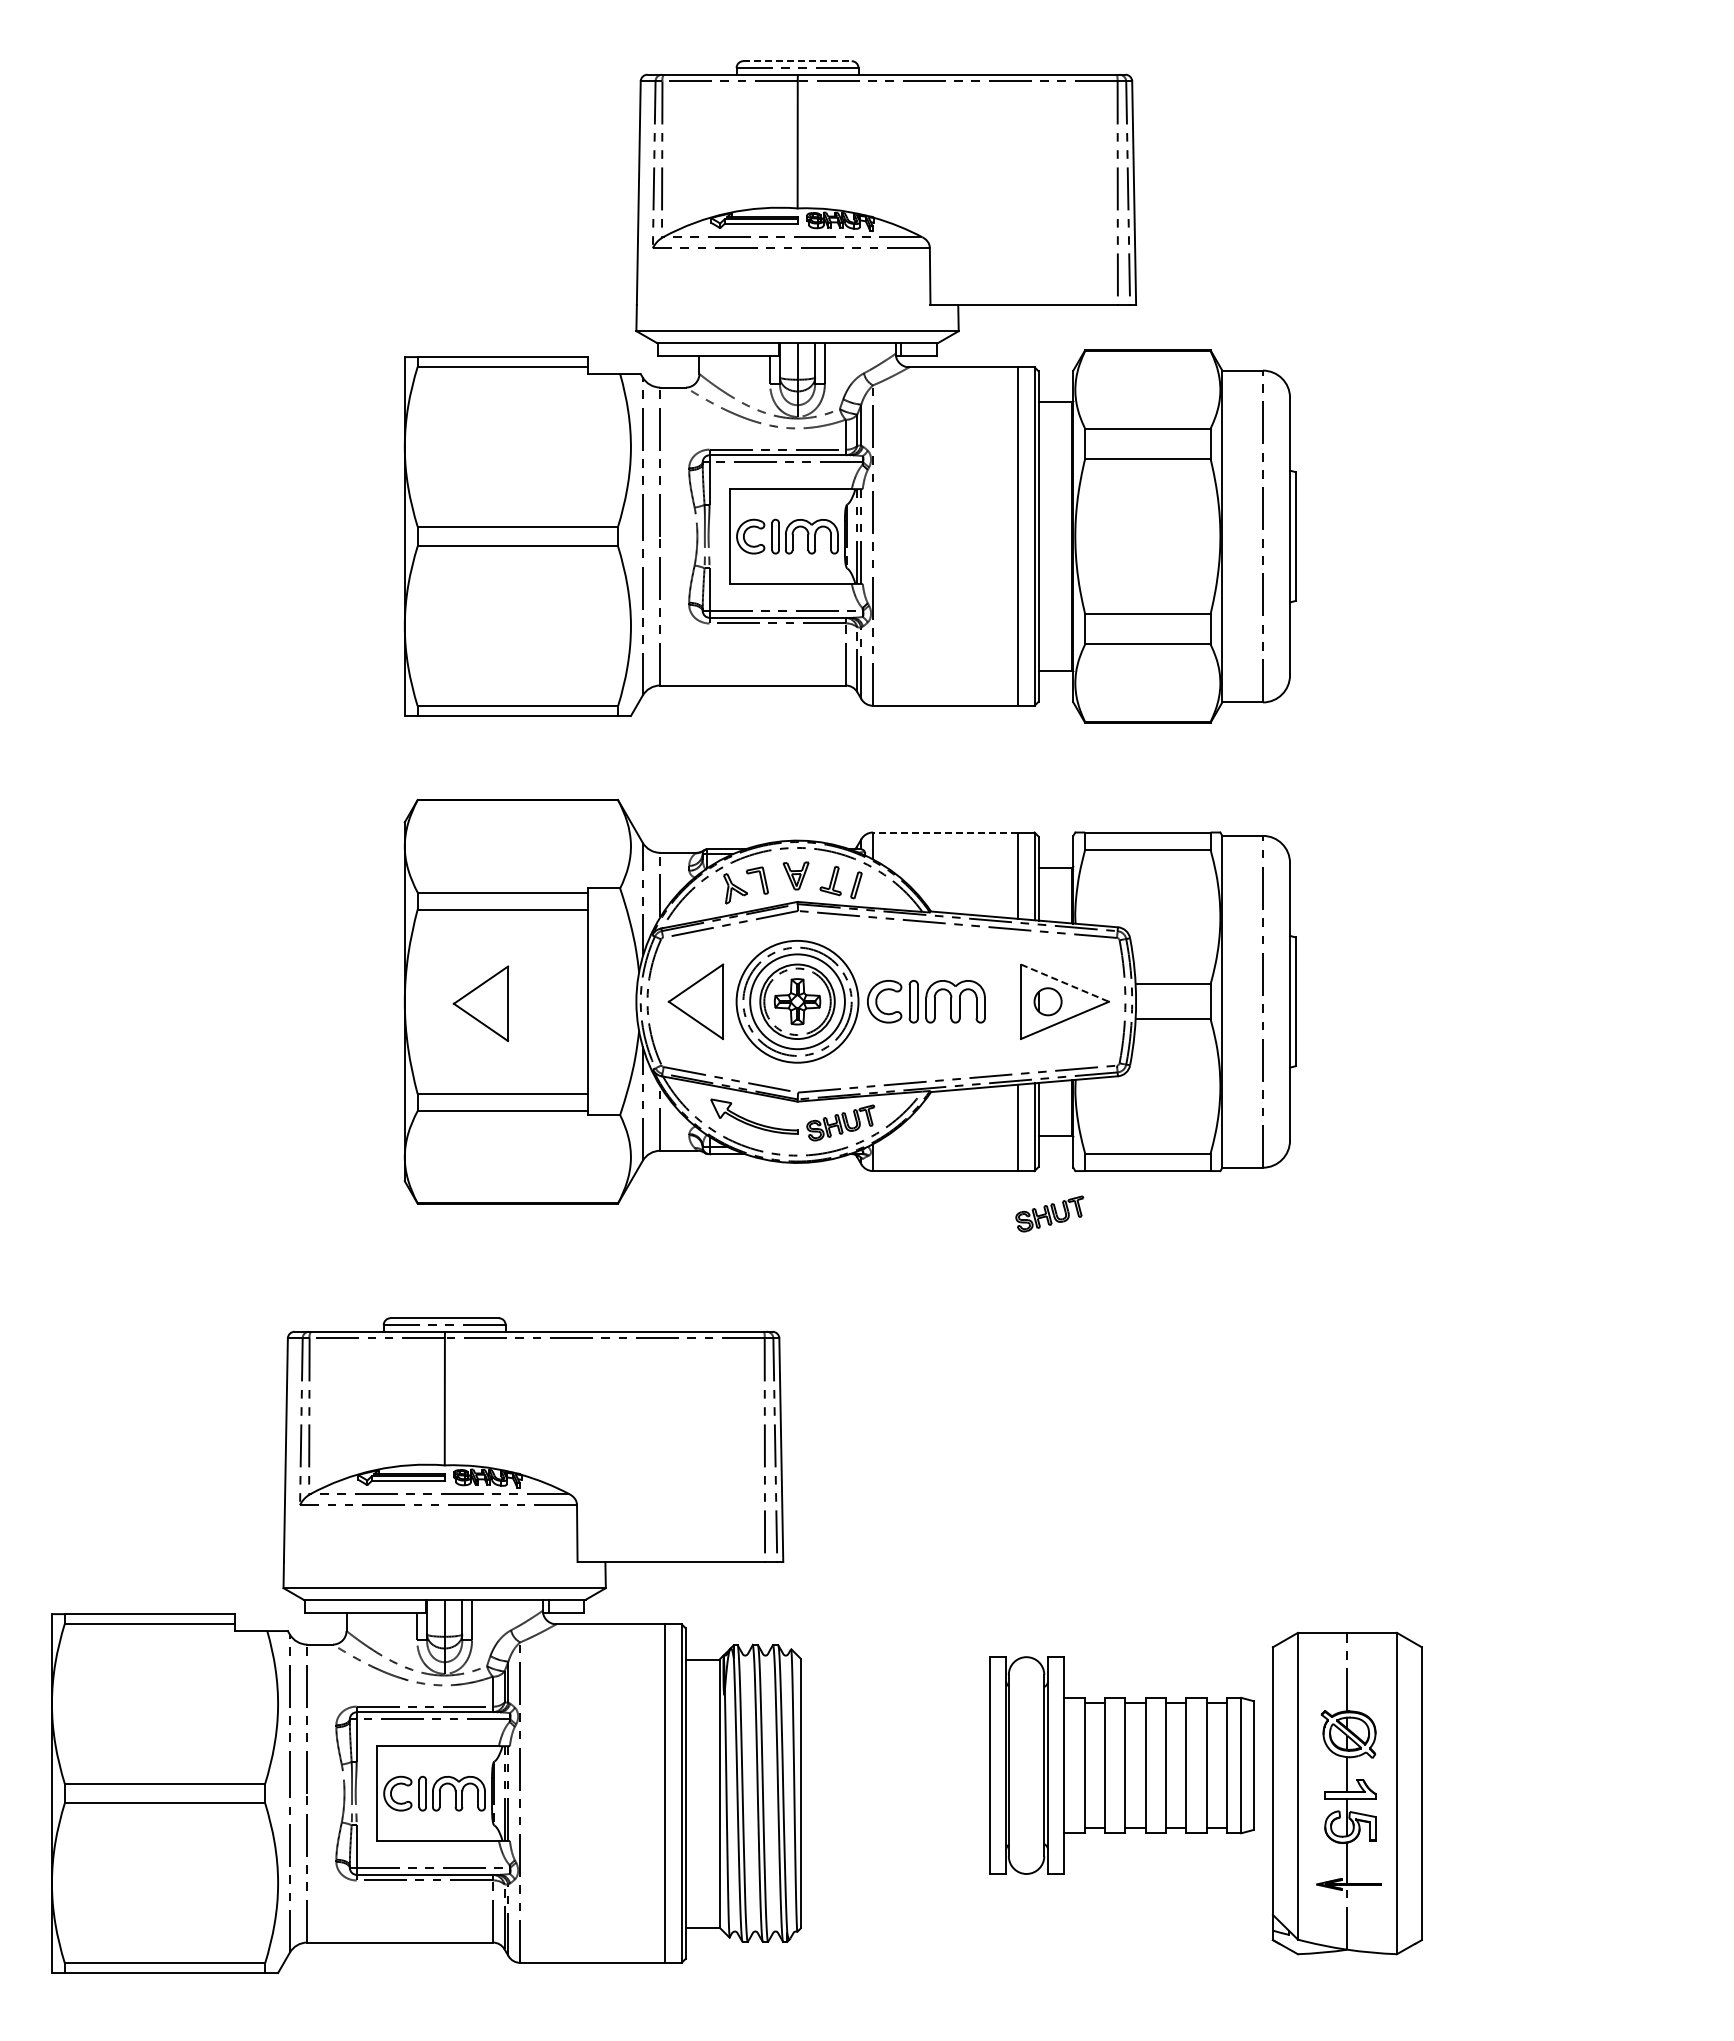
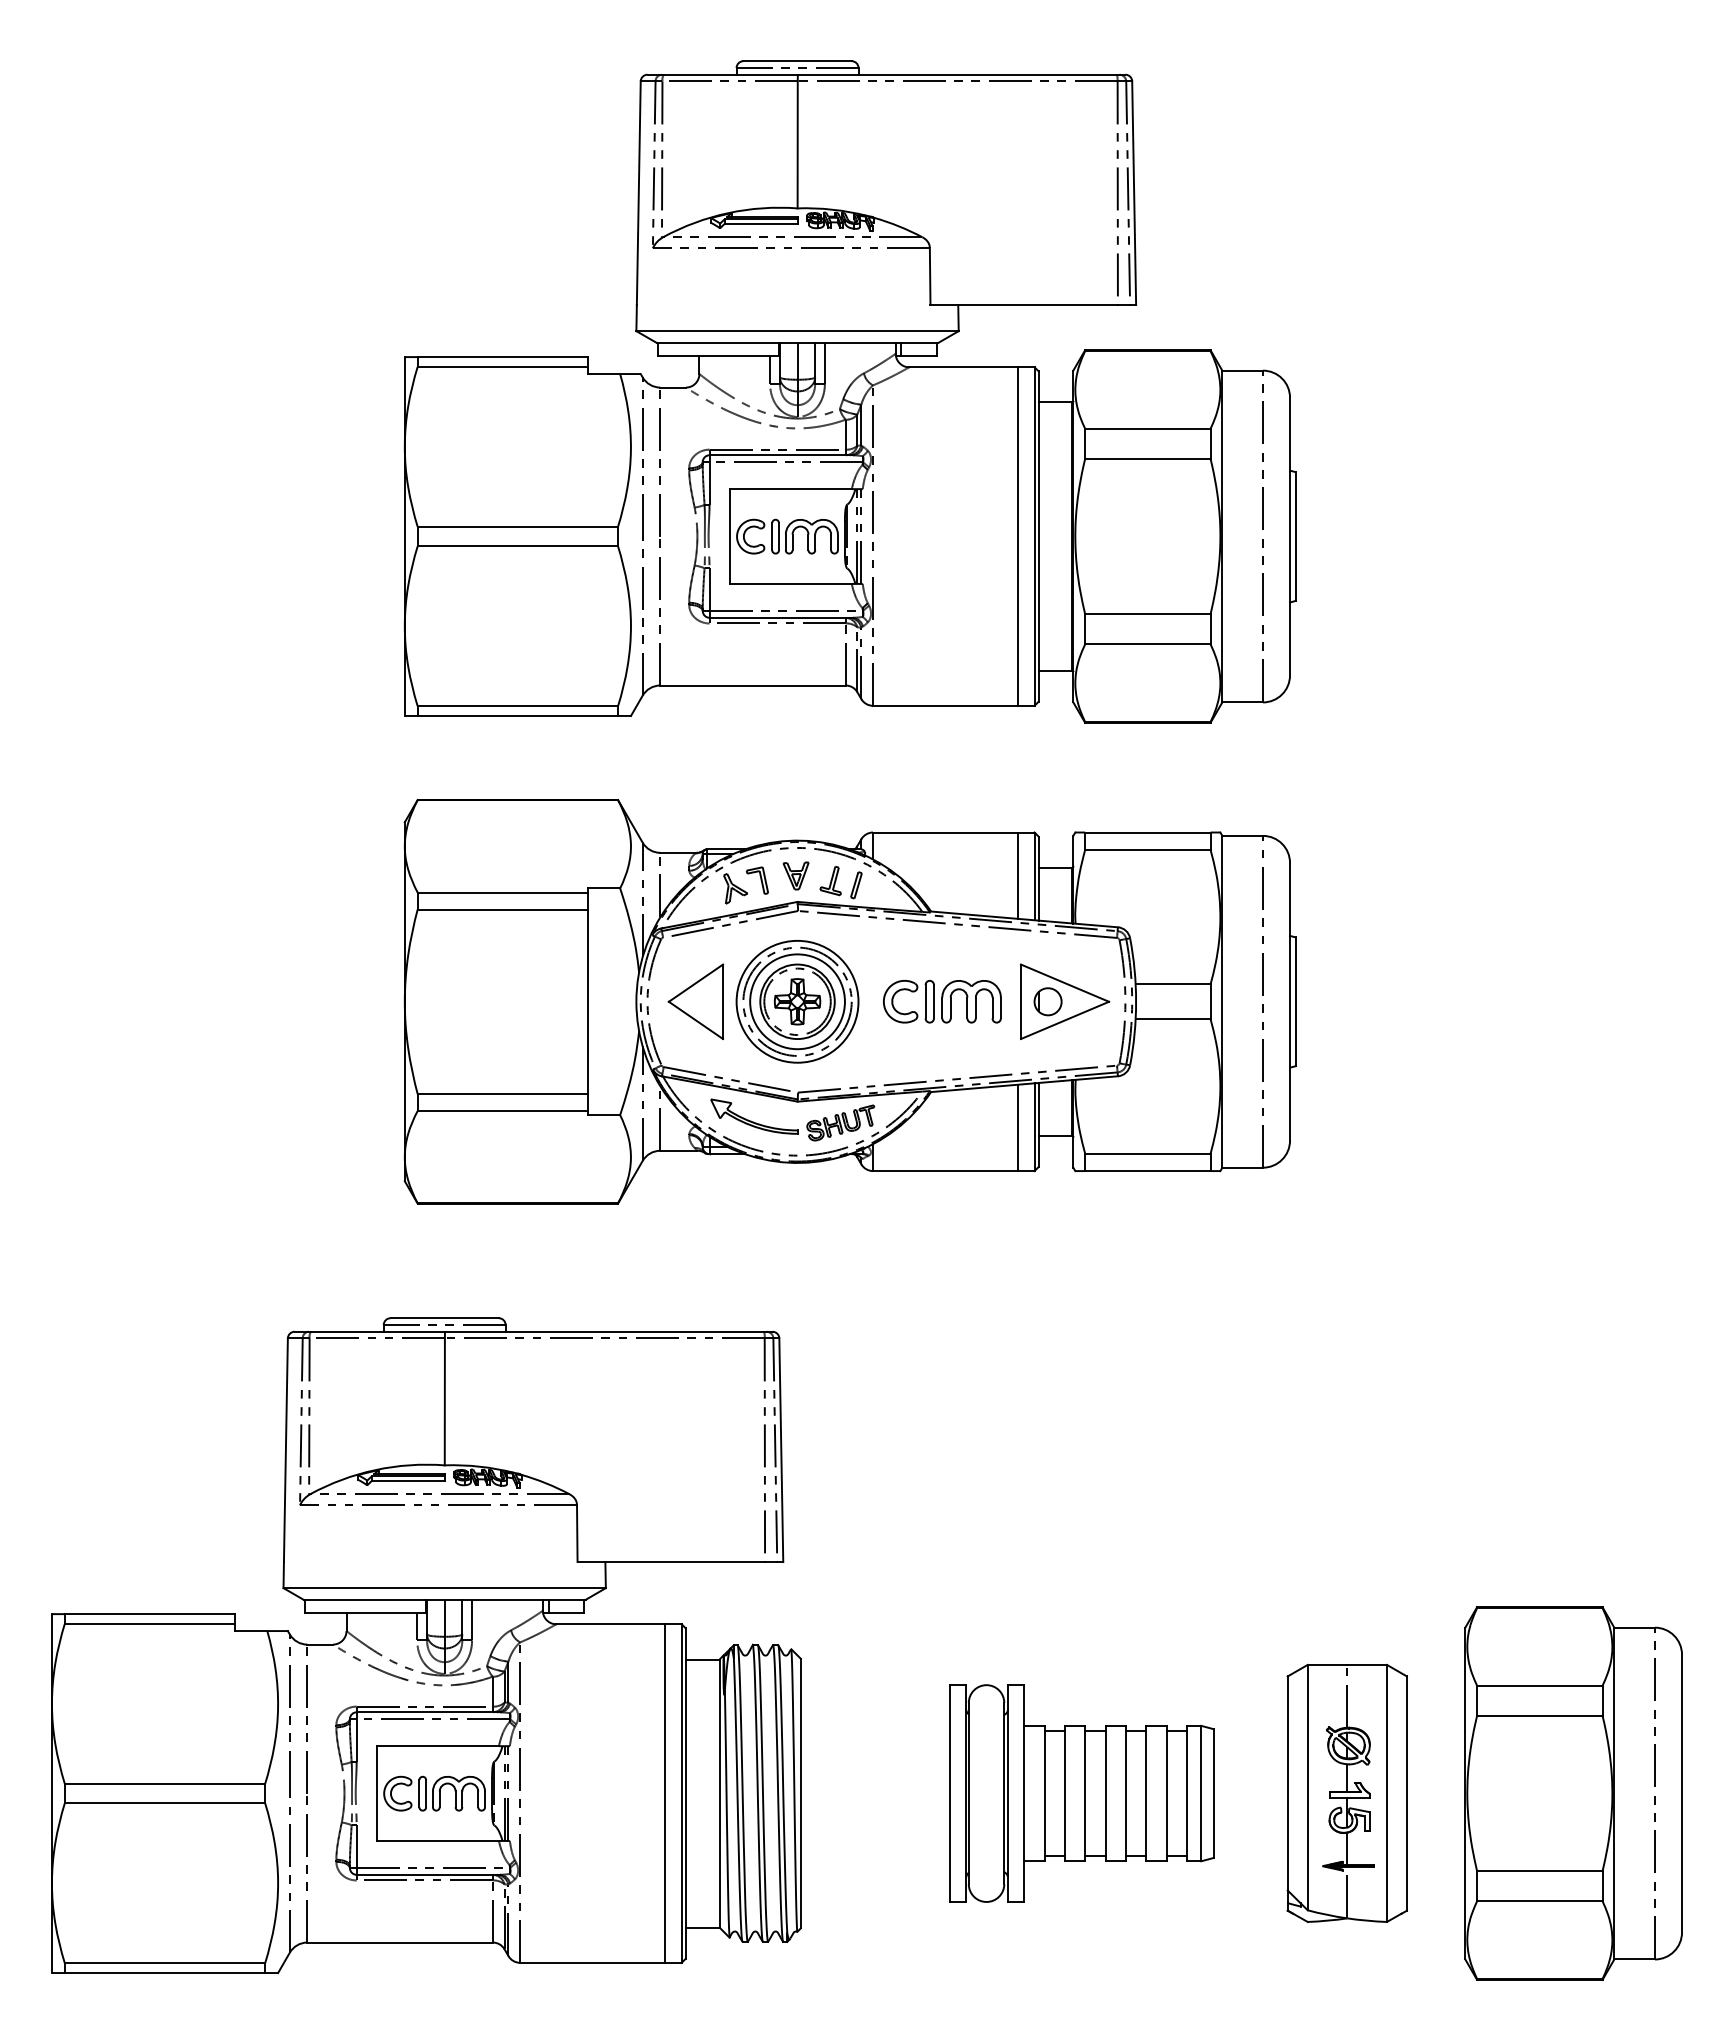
line at (798, 61): dashed -> solid
line at (945, 832): dashed -> solid
line at (1065, 983): dashed -> solid
part at (926, 1001) position: (926, 1001) -> (942, 1001)
part at (480, 1003): present -> none
part at (1049, 1213): present -> none
part at (1121, 1765) position: (1121, 1765) -> (1081, 1793)
part at (1346, 1793) size: 152x325 px -> 122x260 px
part at (1573, 1793): none -> present
